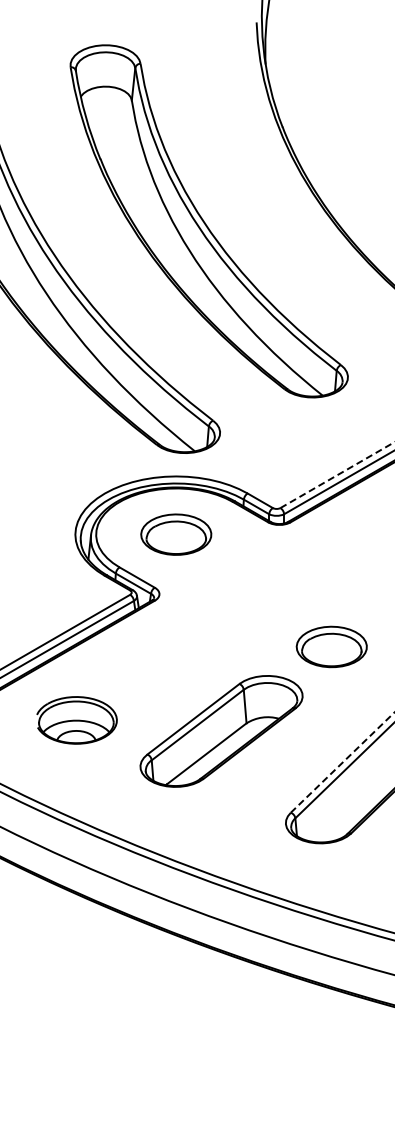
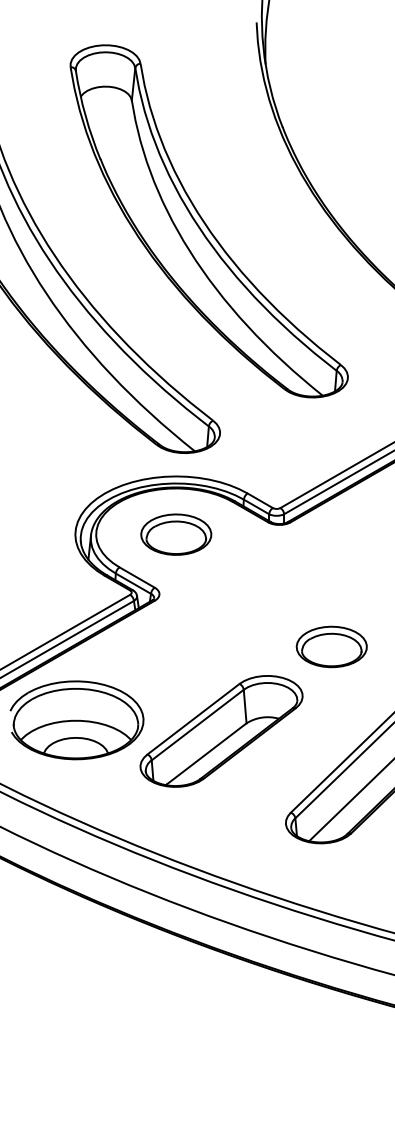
line at (337, 475): dashed -> solid
part at (76, 720) size: 82x49 px -> 136x81 px
line at (343, 762): dashed -> solid
line at (350, 801): none -> present
